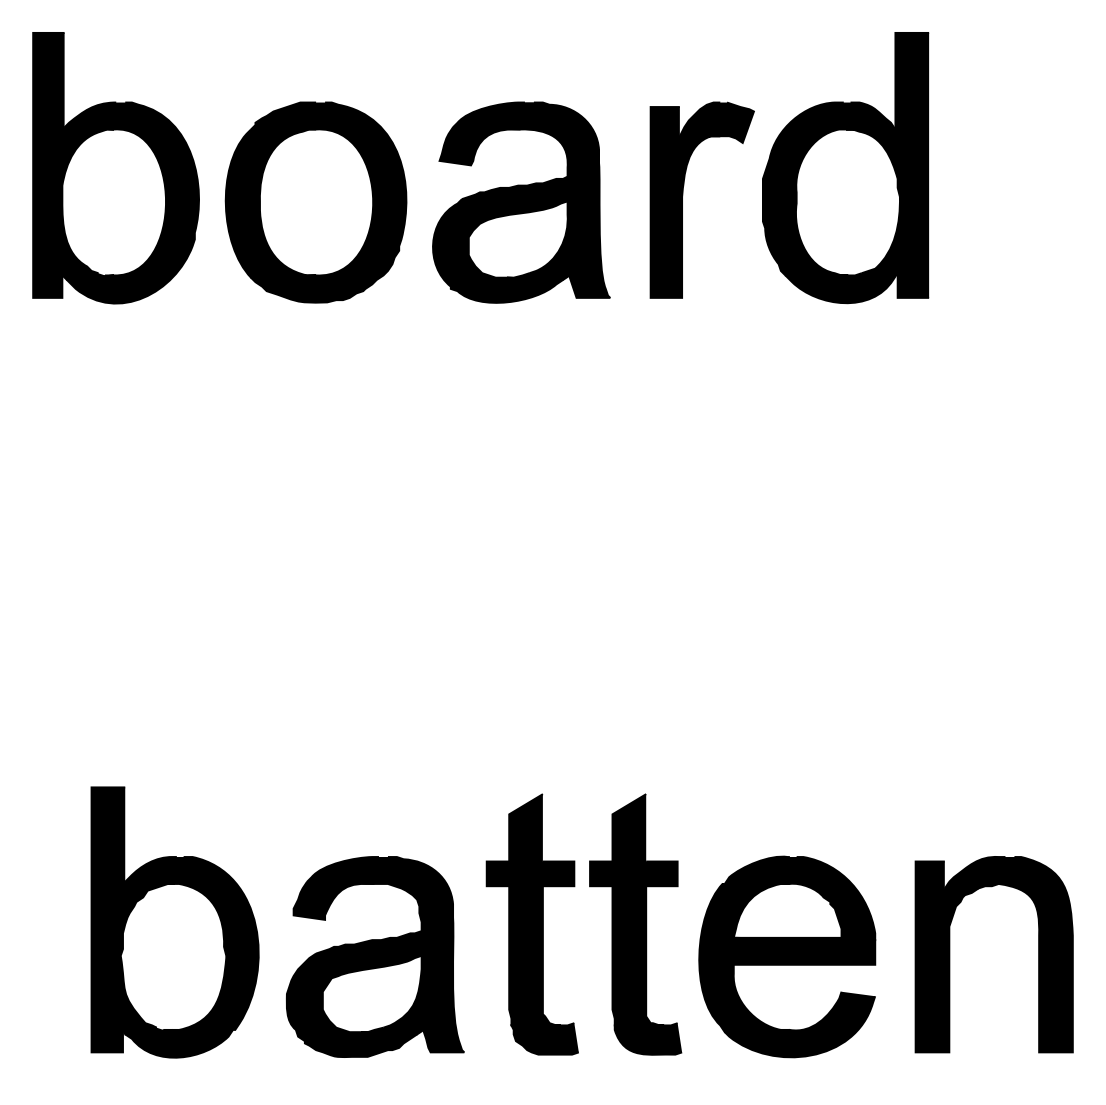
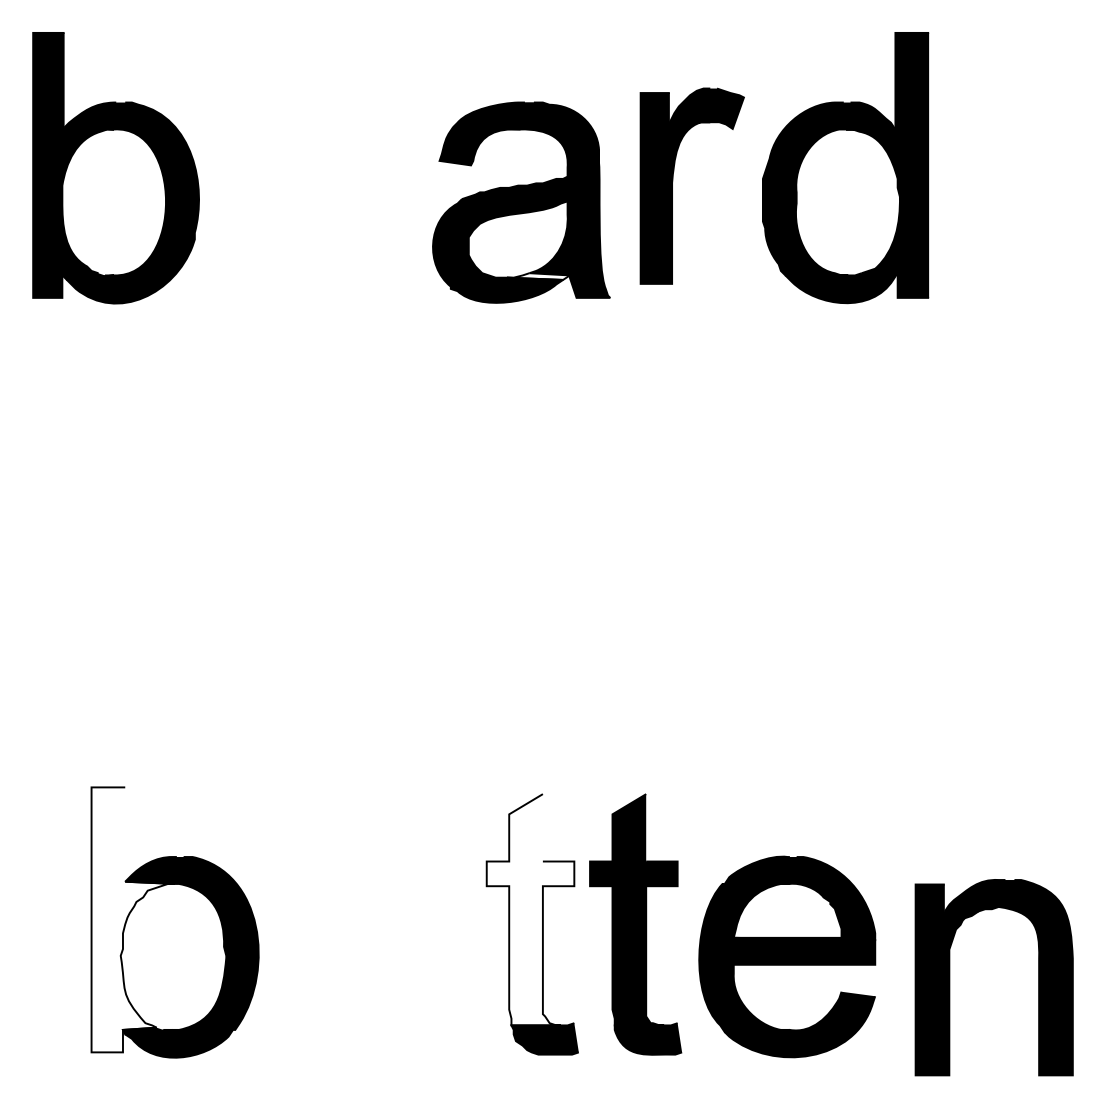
part at (683, 195) position: (683, 195) -> (673, 181)
part at (315, 202): present -> none
fill at (537, 276): present -> none
fill at (530, 909): present -> none
fill at (132, 919): present -> none
part at (950, 954) position: (950, 954) -> (950, 977)
part at (374, 956): present -> none
